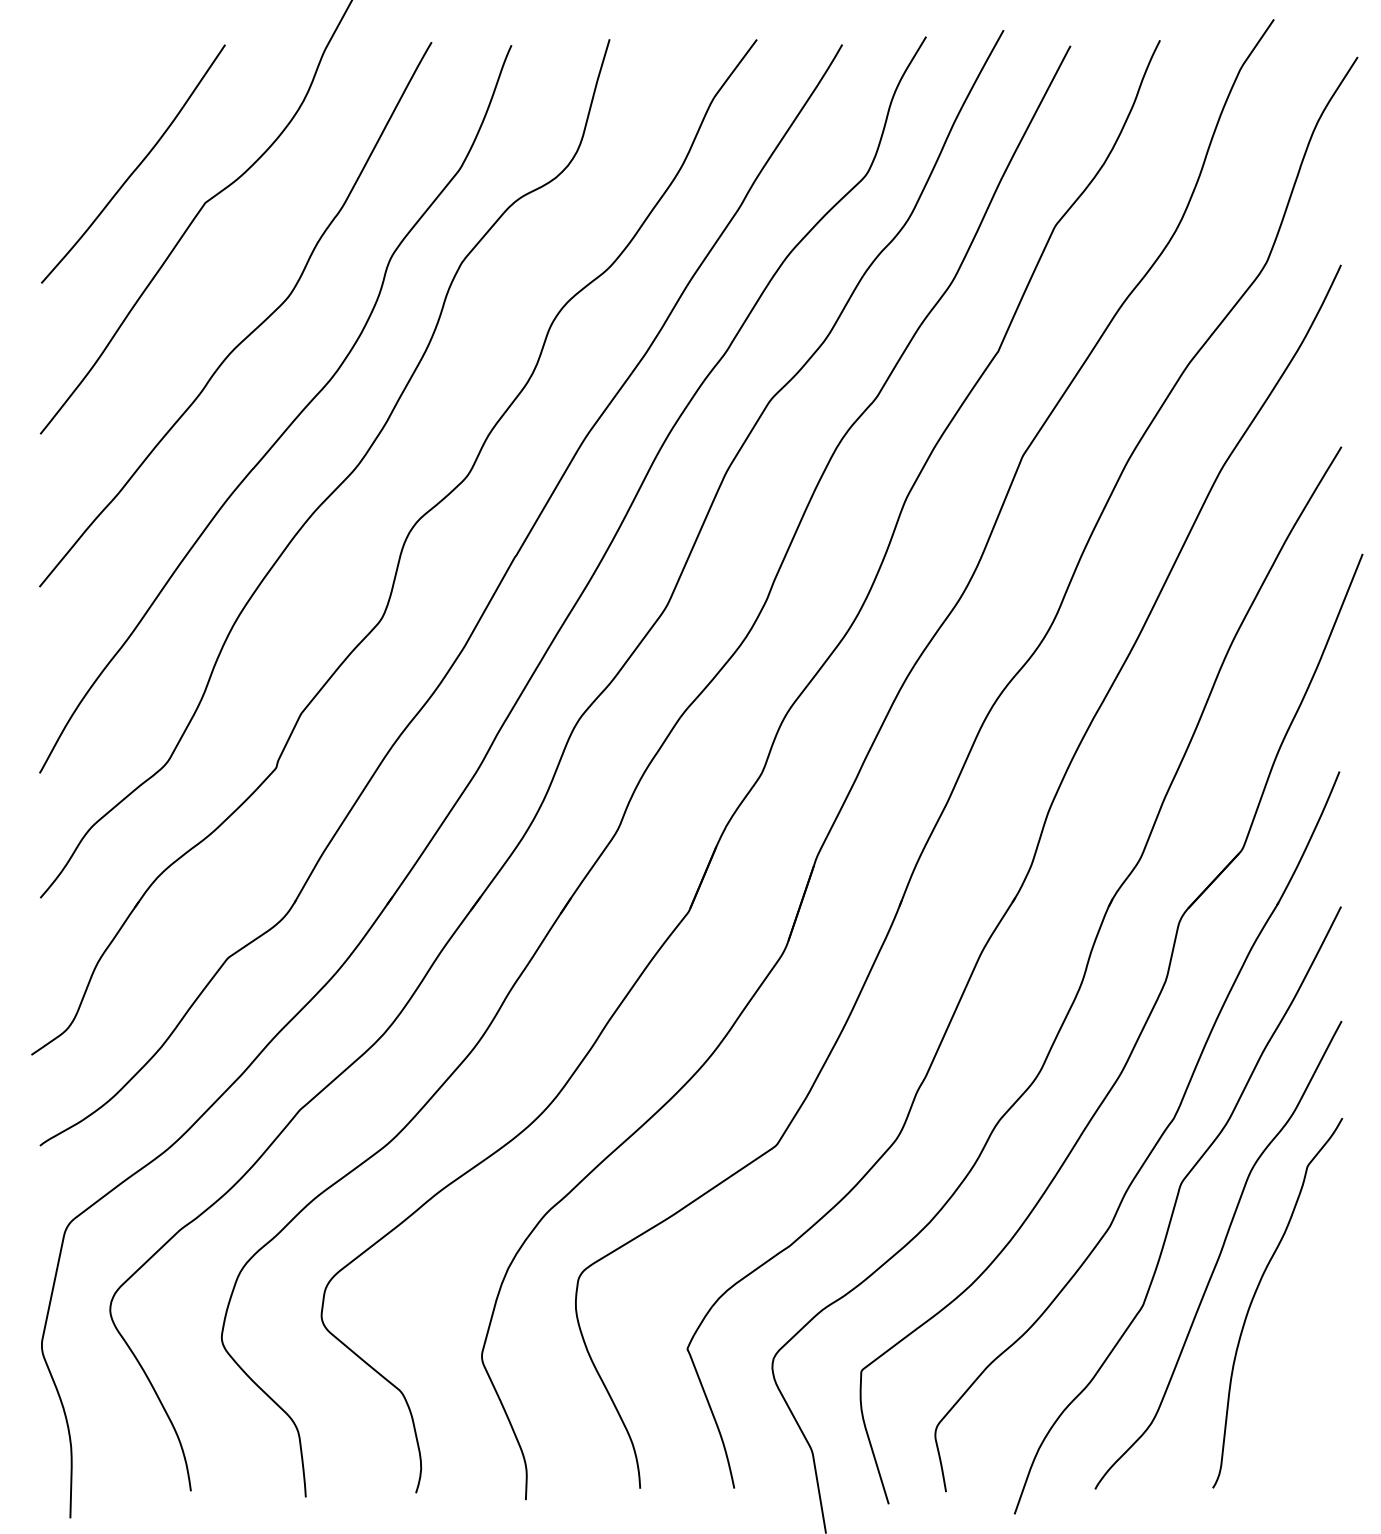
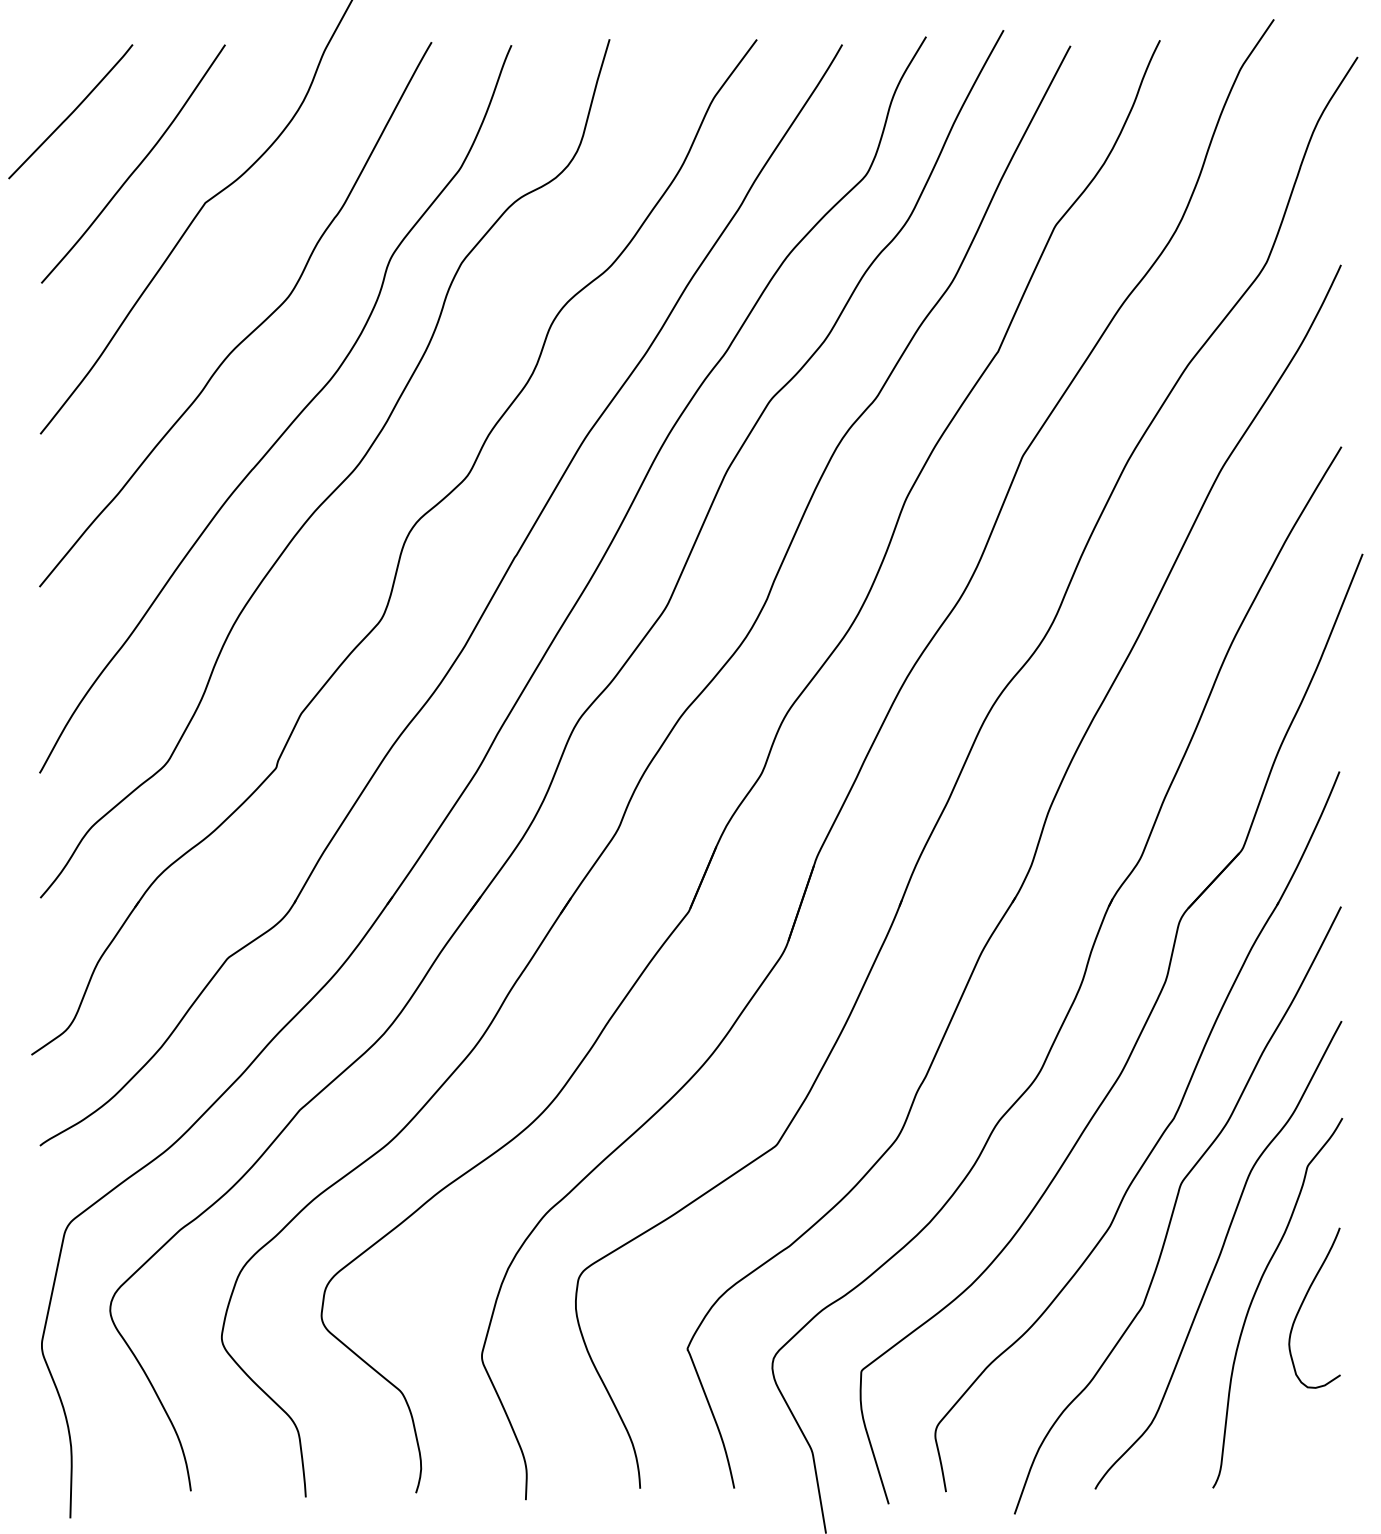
curve at (71, 112): none -> present
curve at (1304, 1301): none -> present
